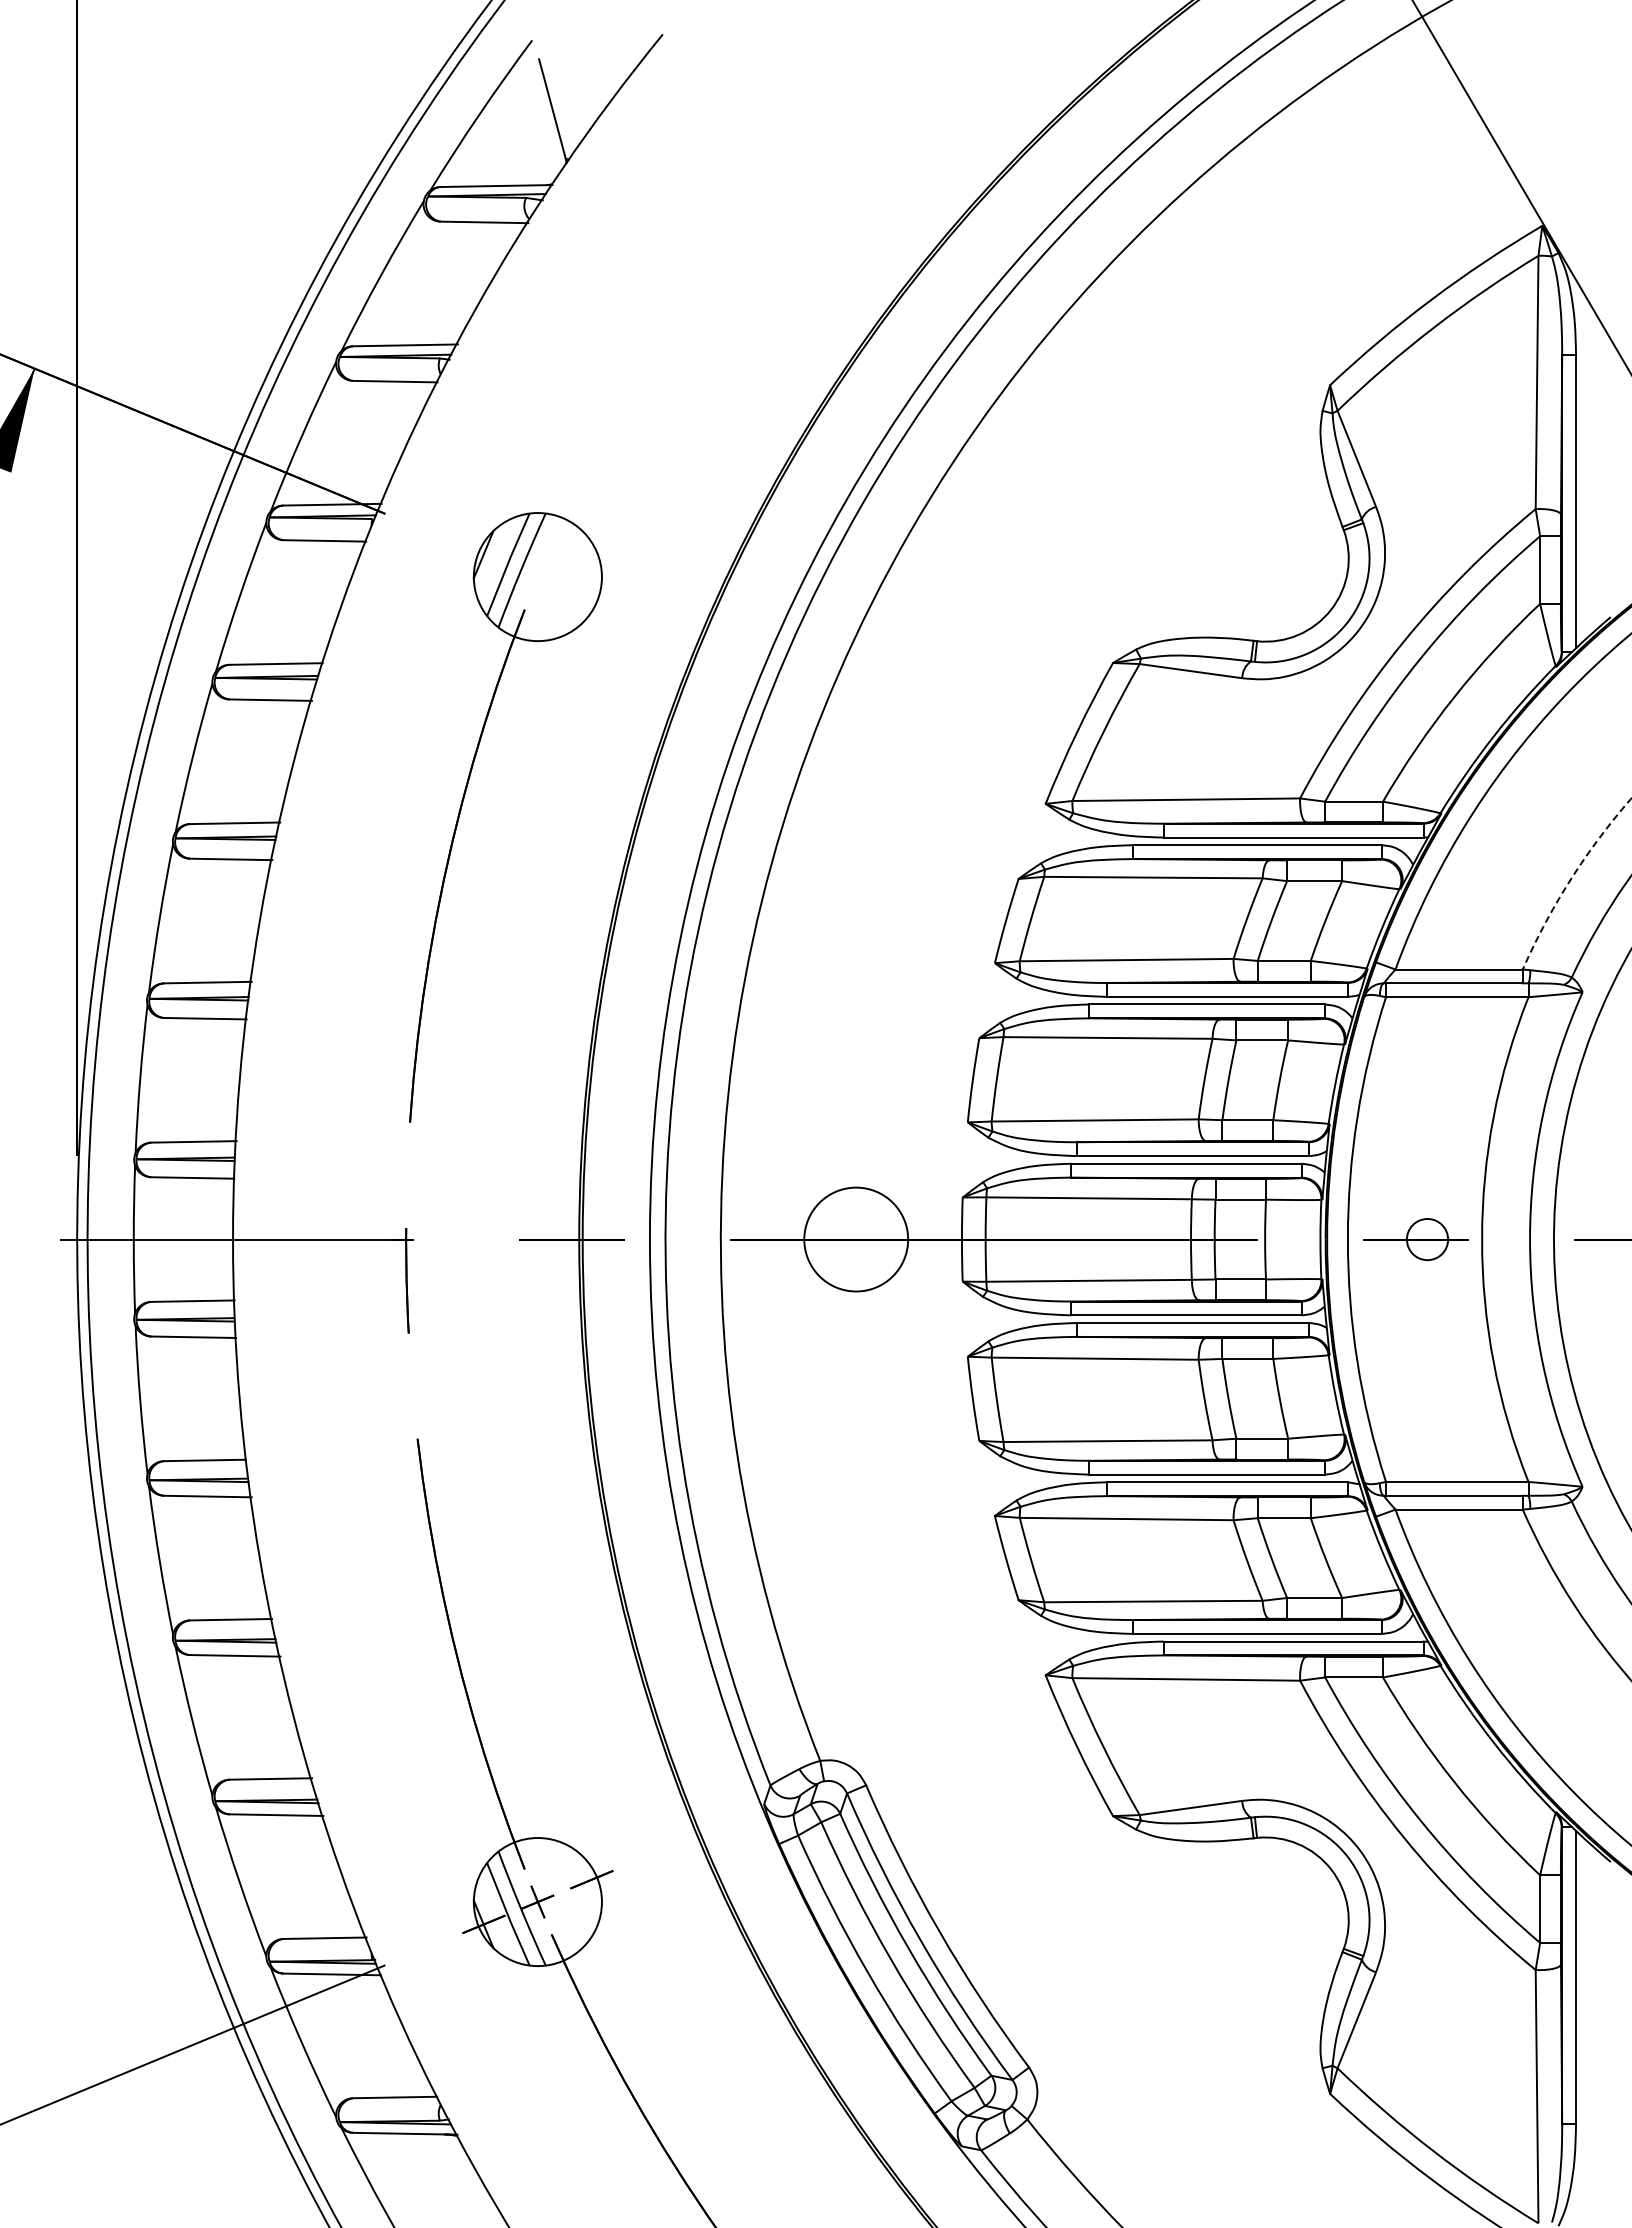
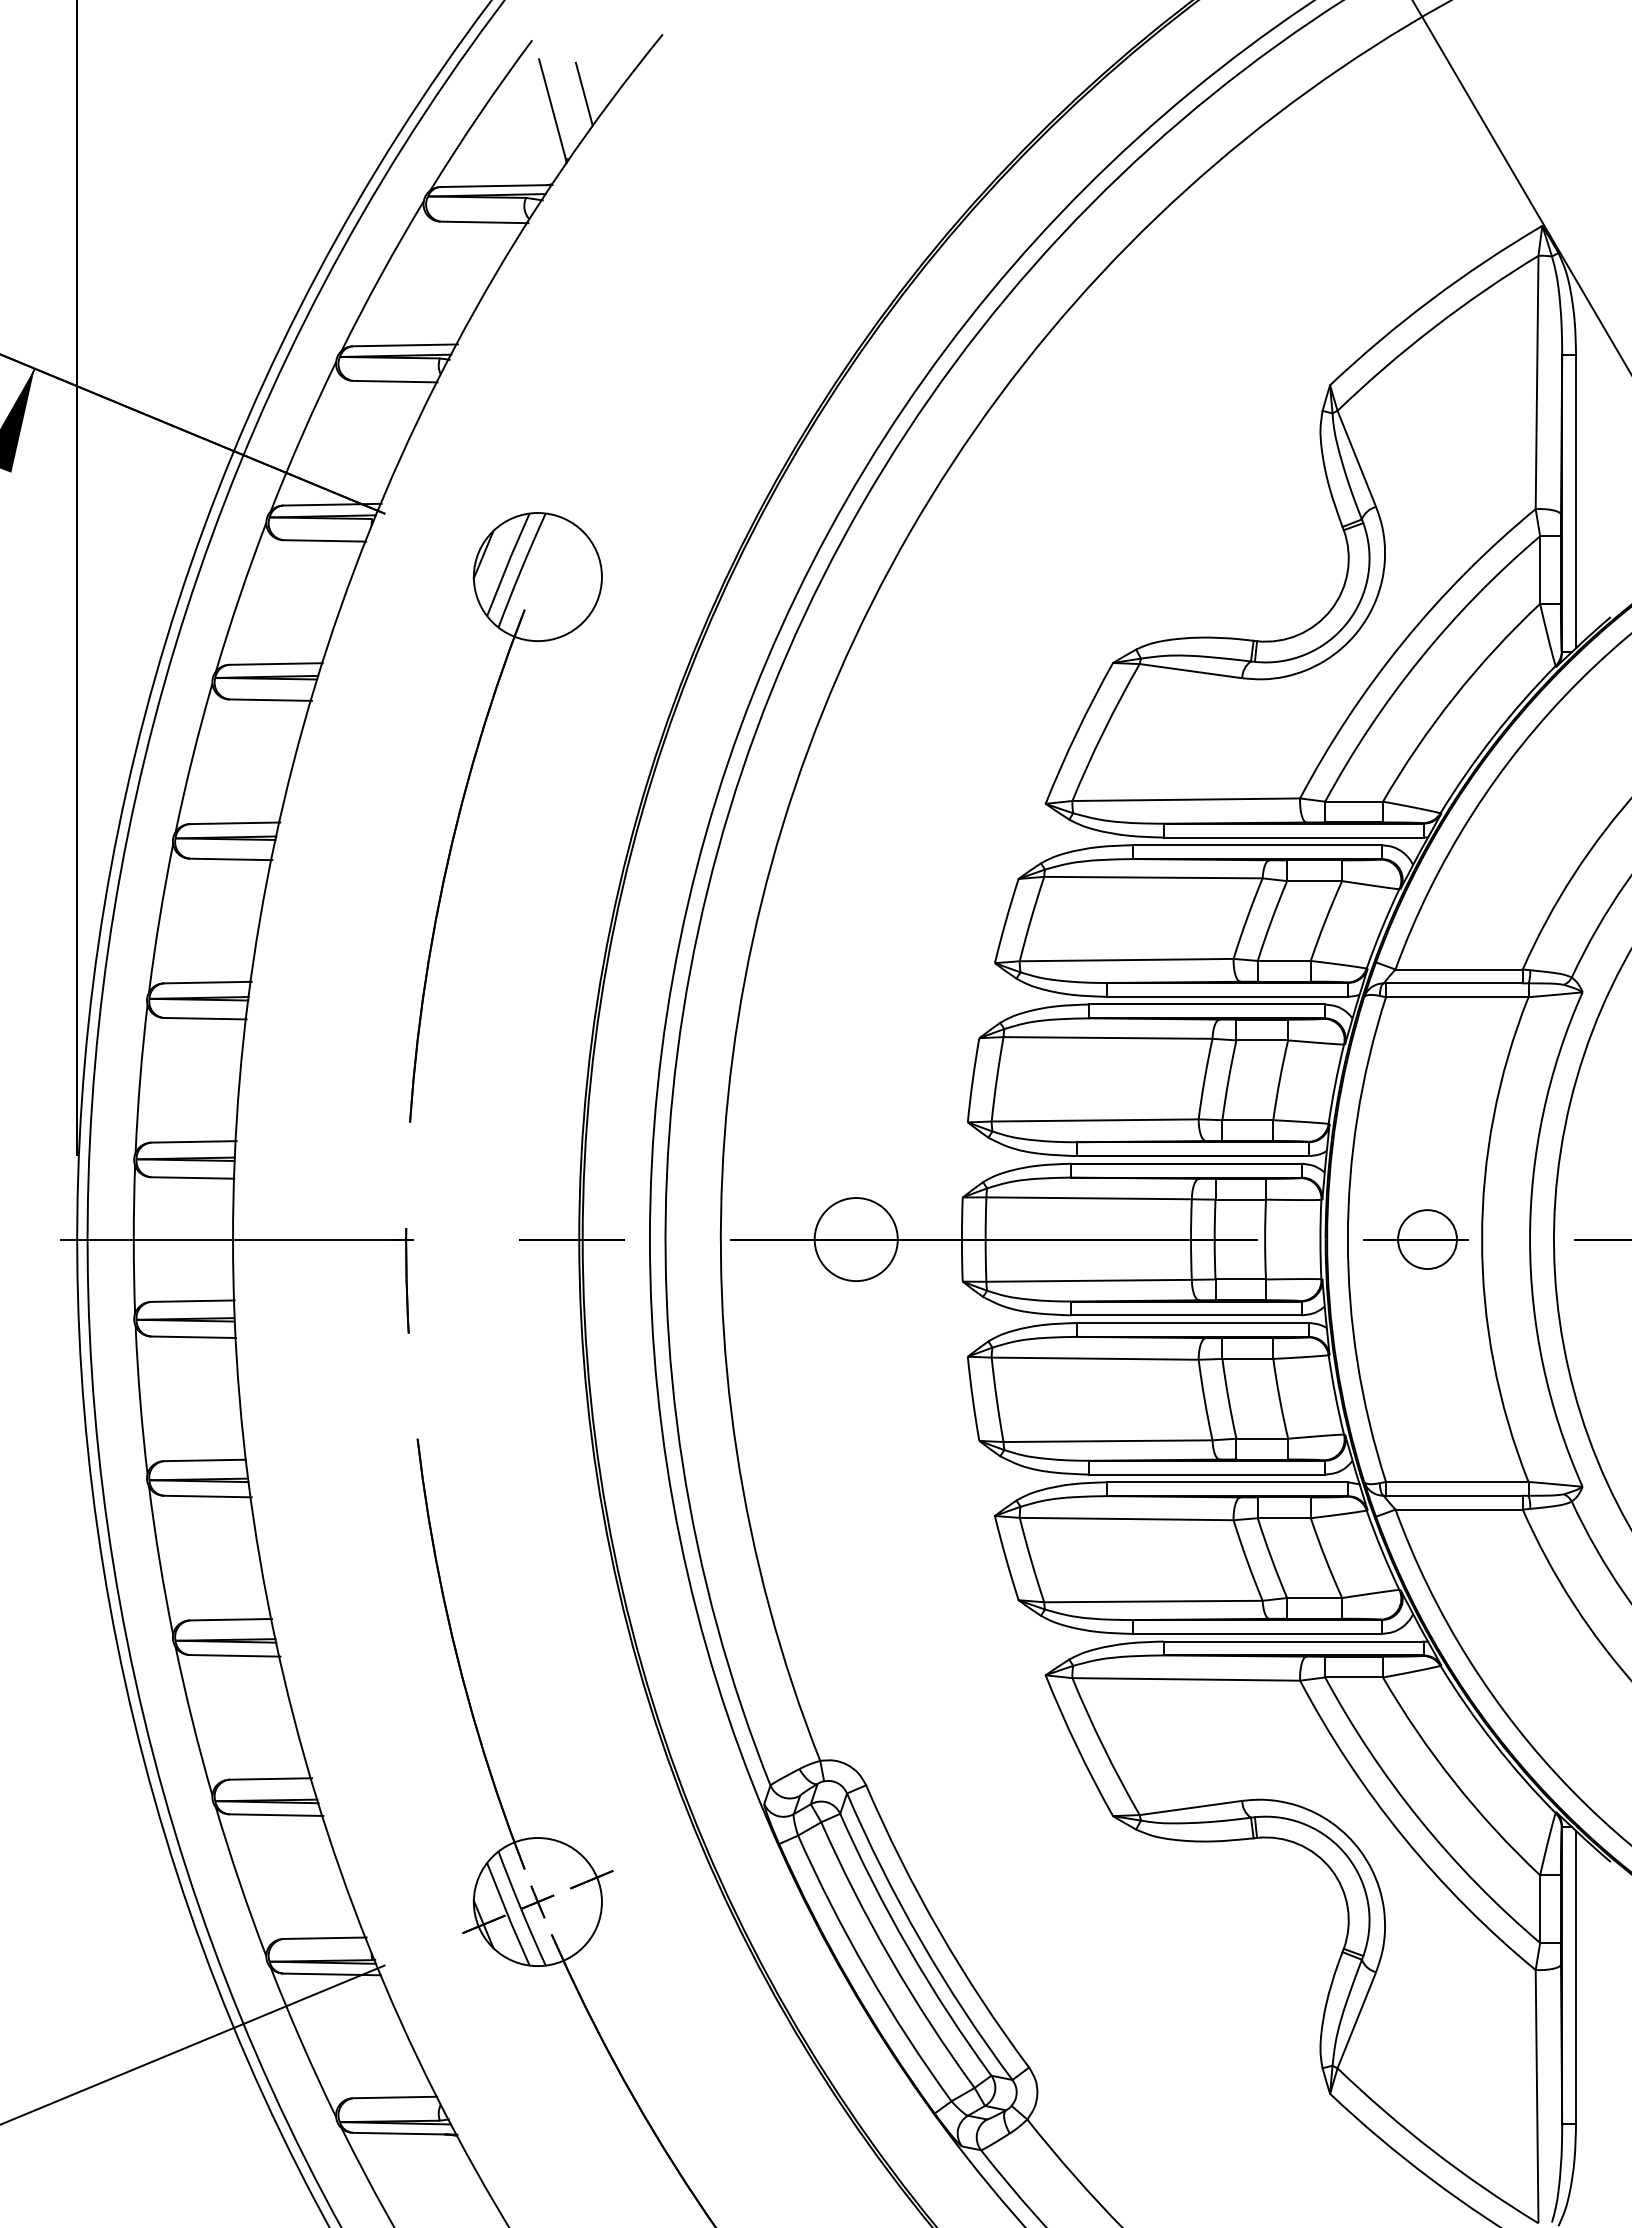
line at (583, 93): none -> present
arc at (1570, 879): dashed -> solid
circle at (856, 1239) diameter: 104 px -> 83 px
circle at (1427, 1239) diameter: 41 px -> 59 px
